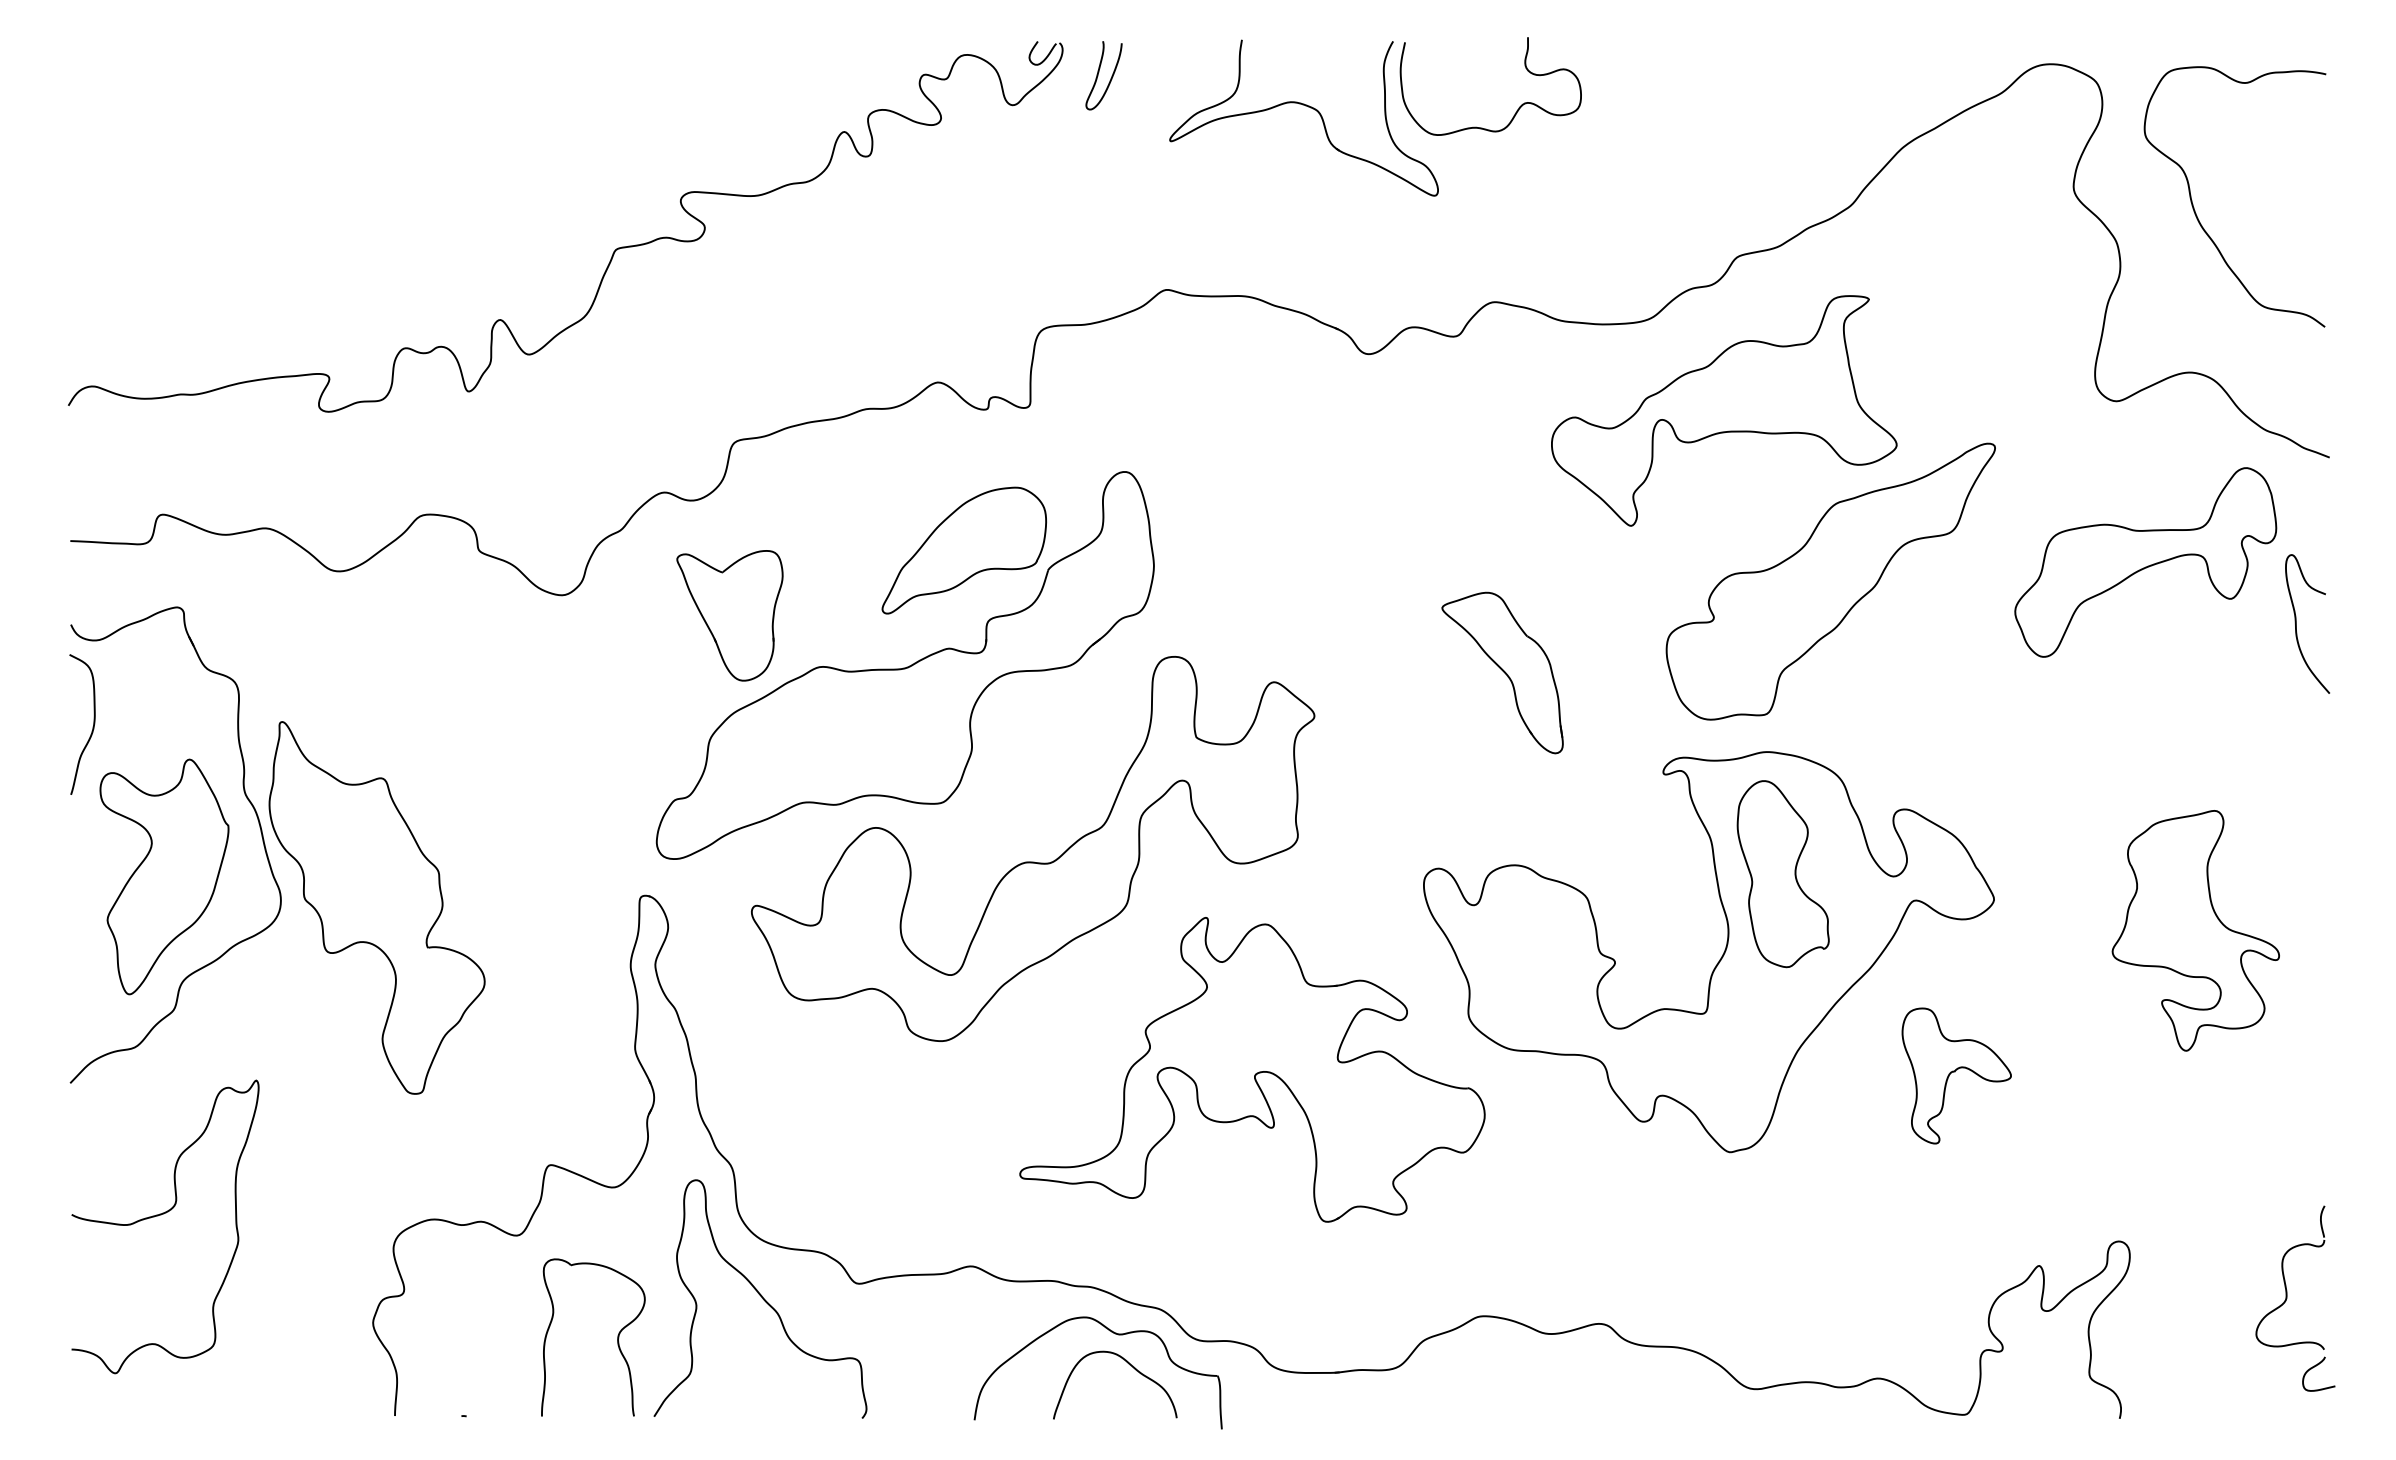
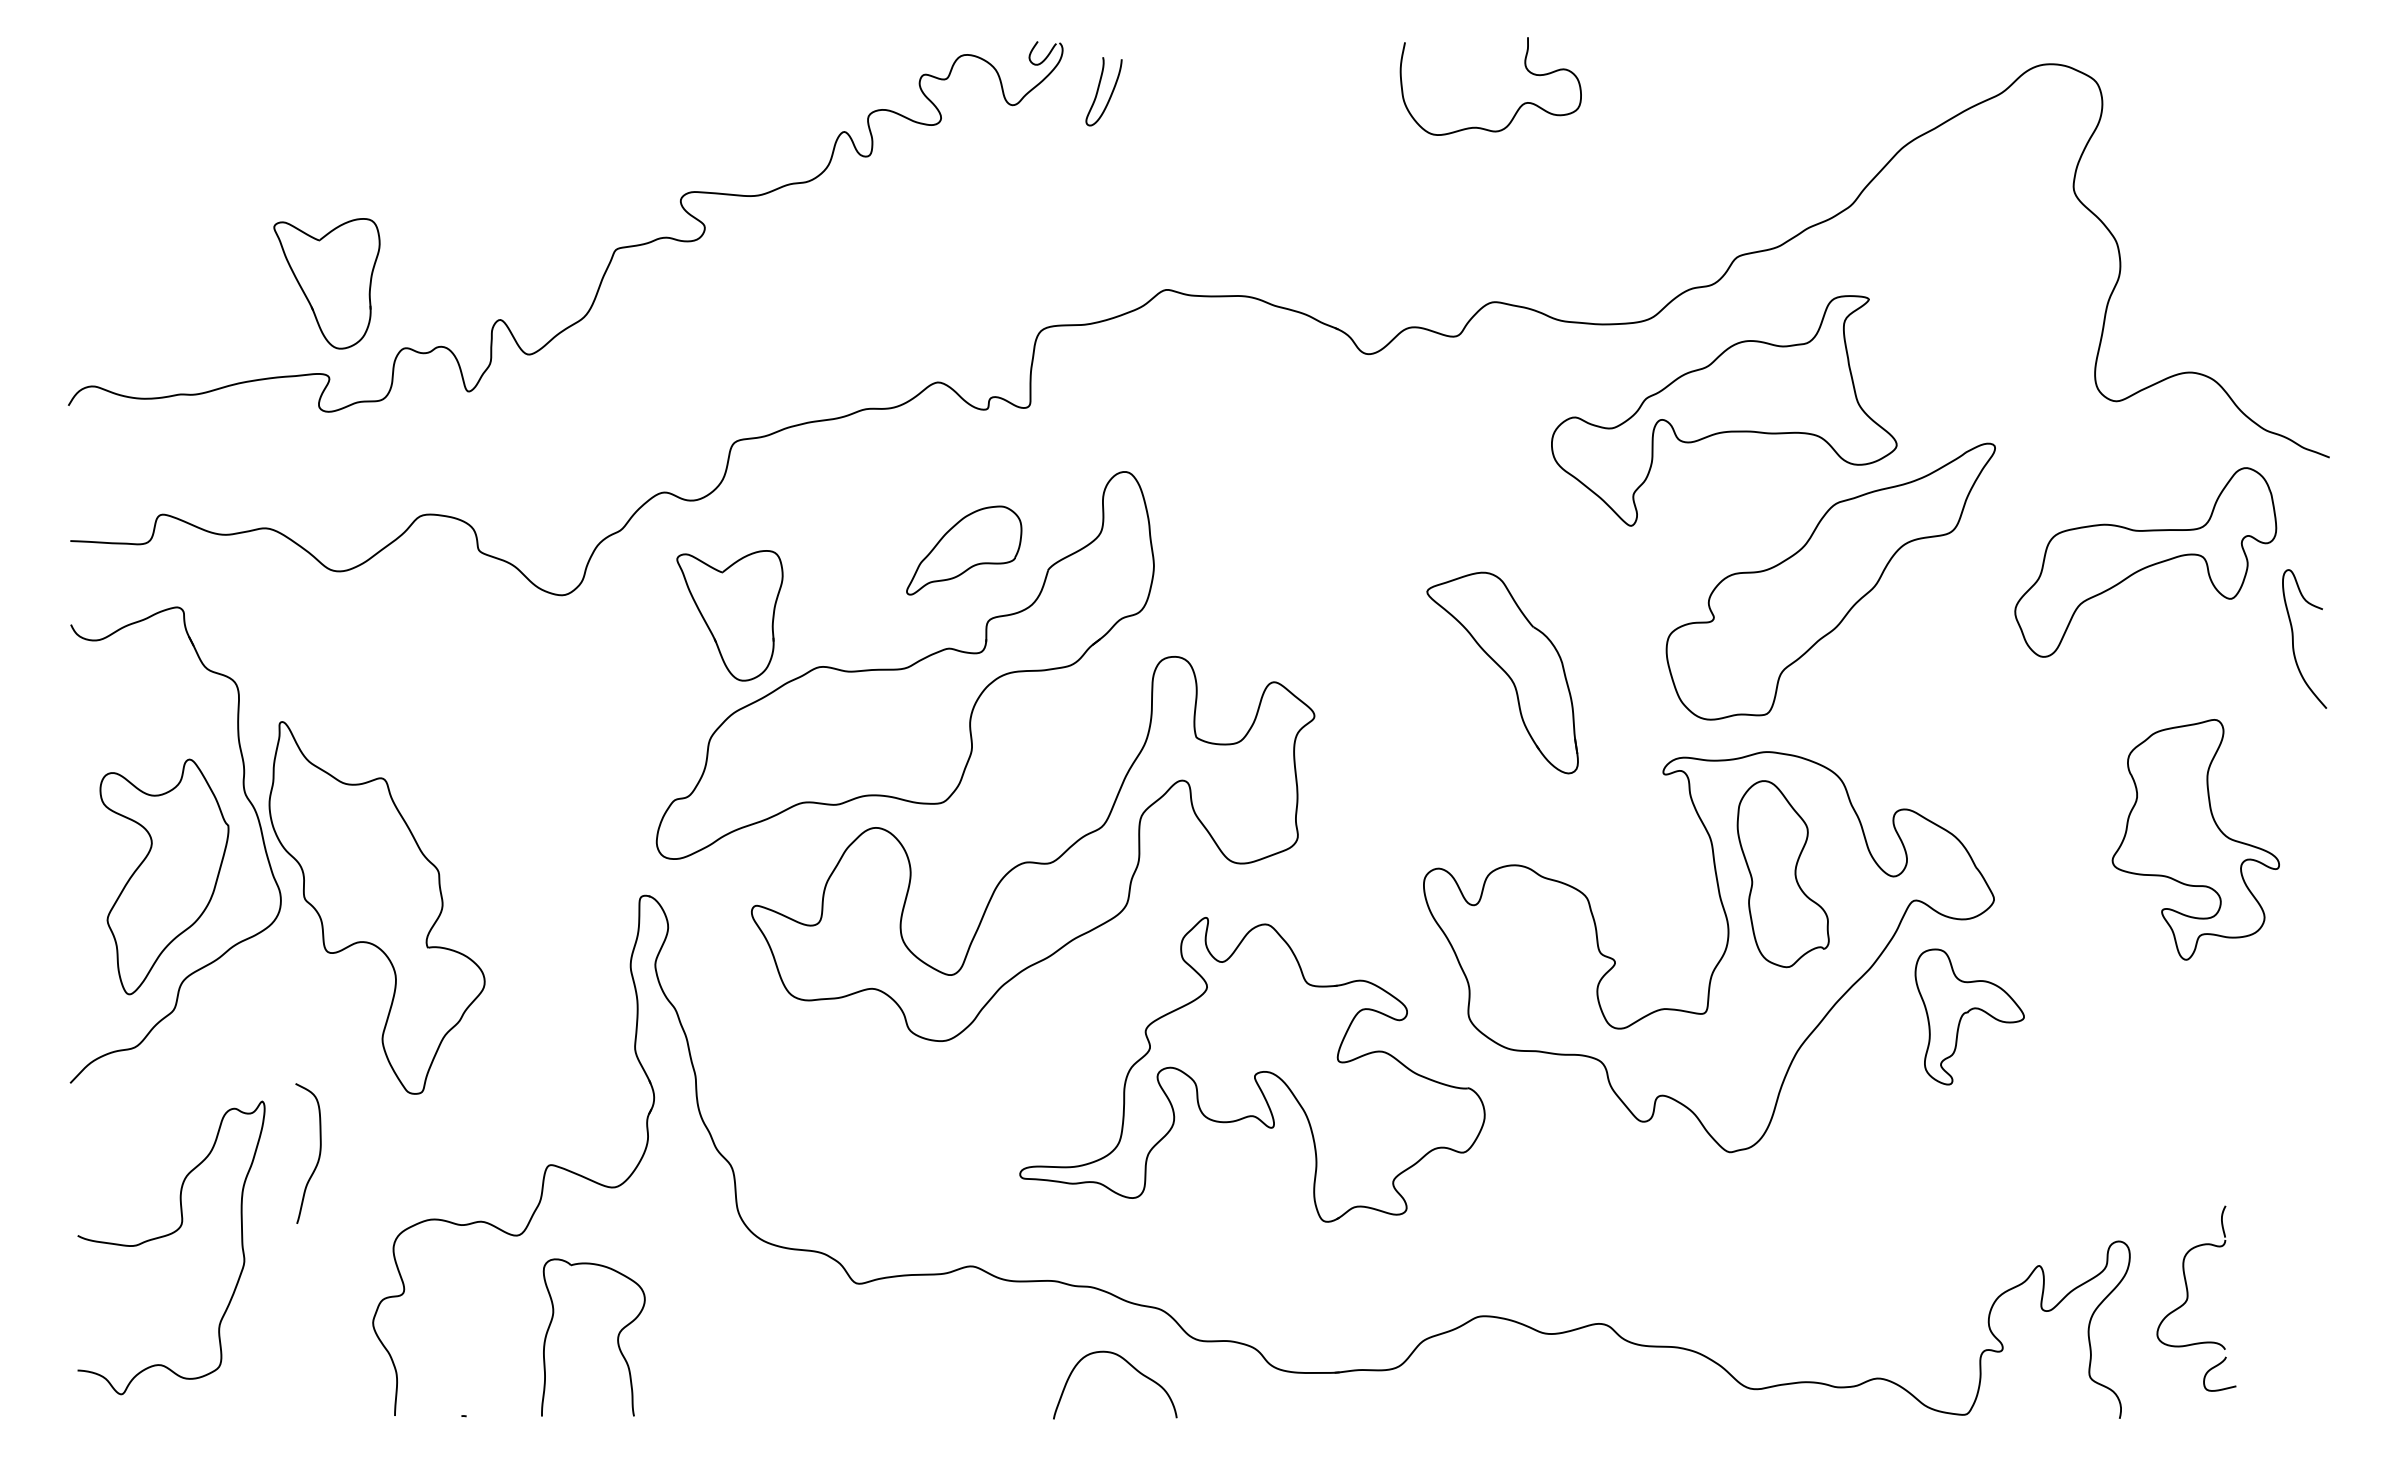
curve at (1099, 72) position: (1099, 72) -> (1099, 88)
part at (1305, 106): present -> none
curve at (2195, 210): present -> none
part at (326, 283): none -> present
part at (963, 550) size: 166x129 px -> 117x91 px
curve at (2296, 623) position: (2296, 623) -> (2293, 638)
part at (1502, 672) size: 123x164 px -> 153x204 px
curve at (92, 726) position: (92, 726) -> (318, 1155)
part at (2195, 930) position: (2195, 930) -> (2195, 839)
part at (1956, 1075) position: (1956, 1075) -> (1969, 1016)
curve at (161, 1215) position: (161, 1215) -> (167, 1236)
curve at (761, 1297): present -> none
part at (2287, 1298) position: (2287, 1298) -> (2188, 1298)
part at (1115, 1334): present -> none
